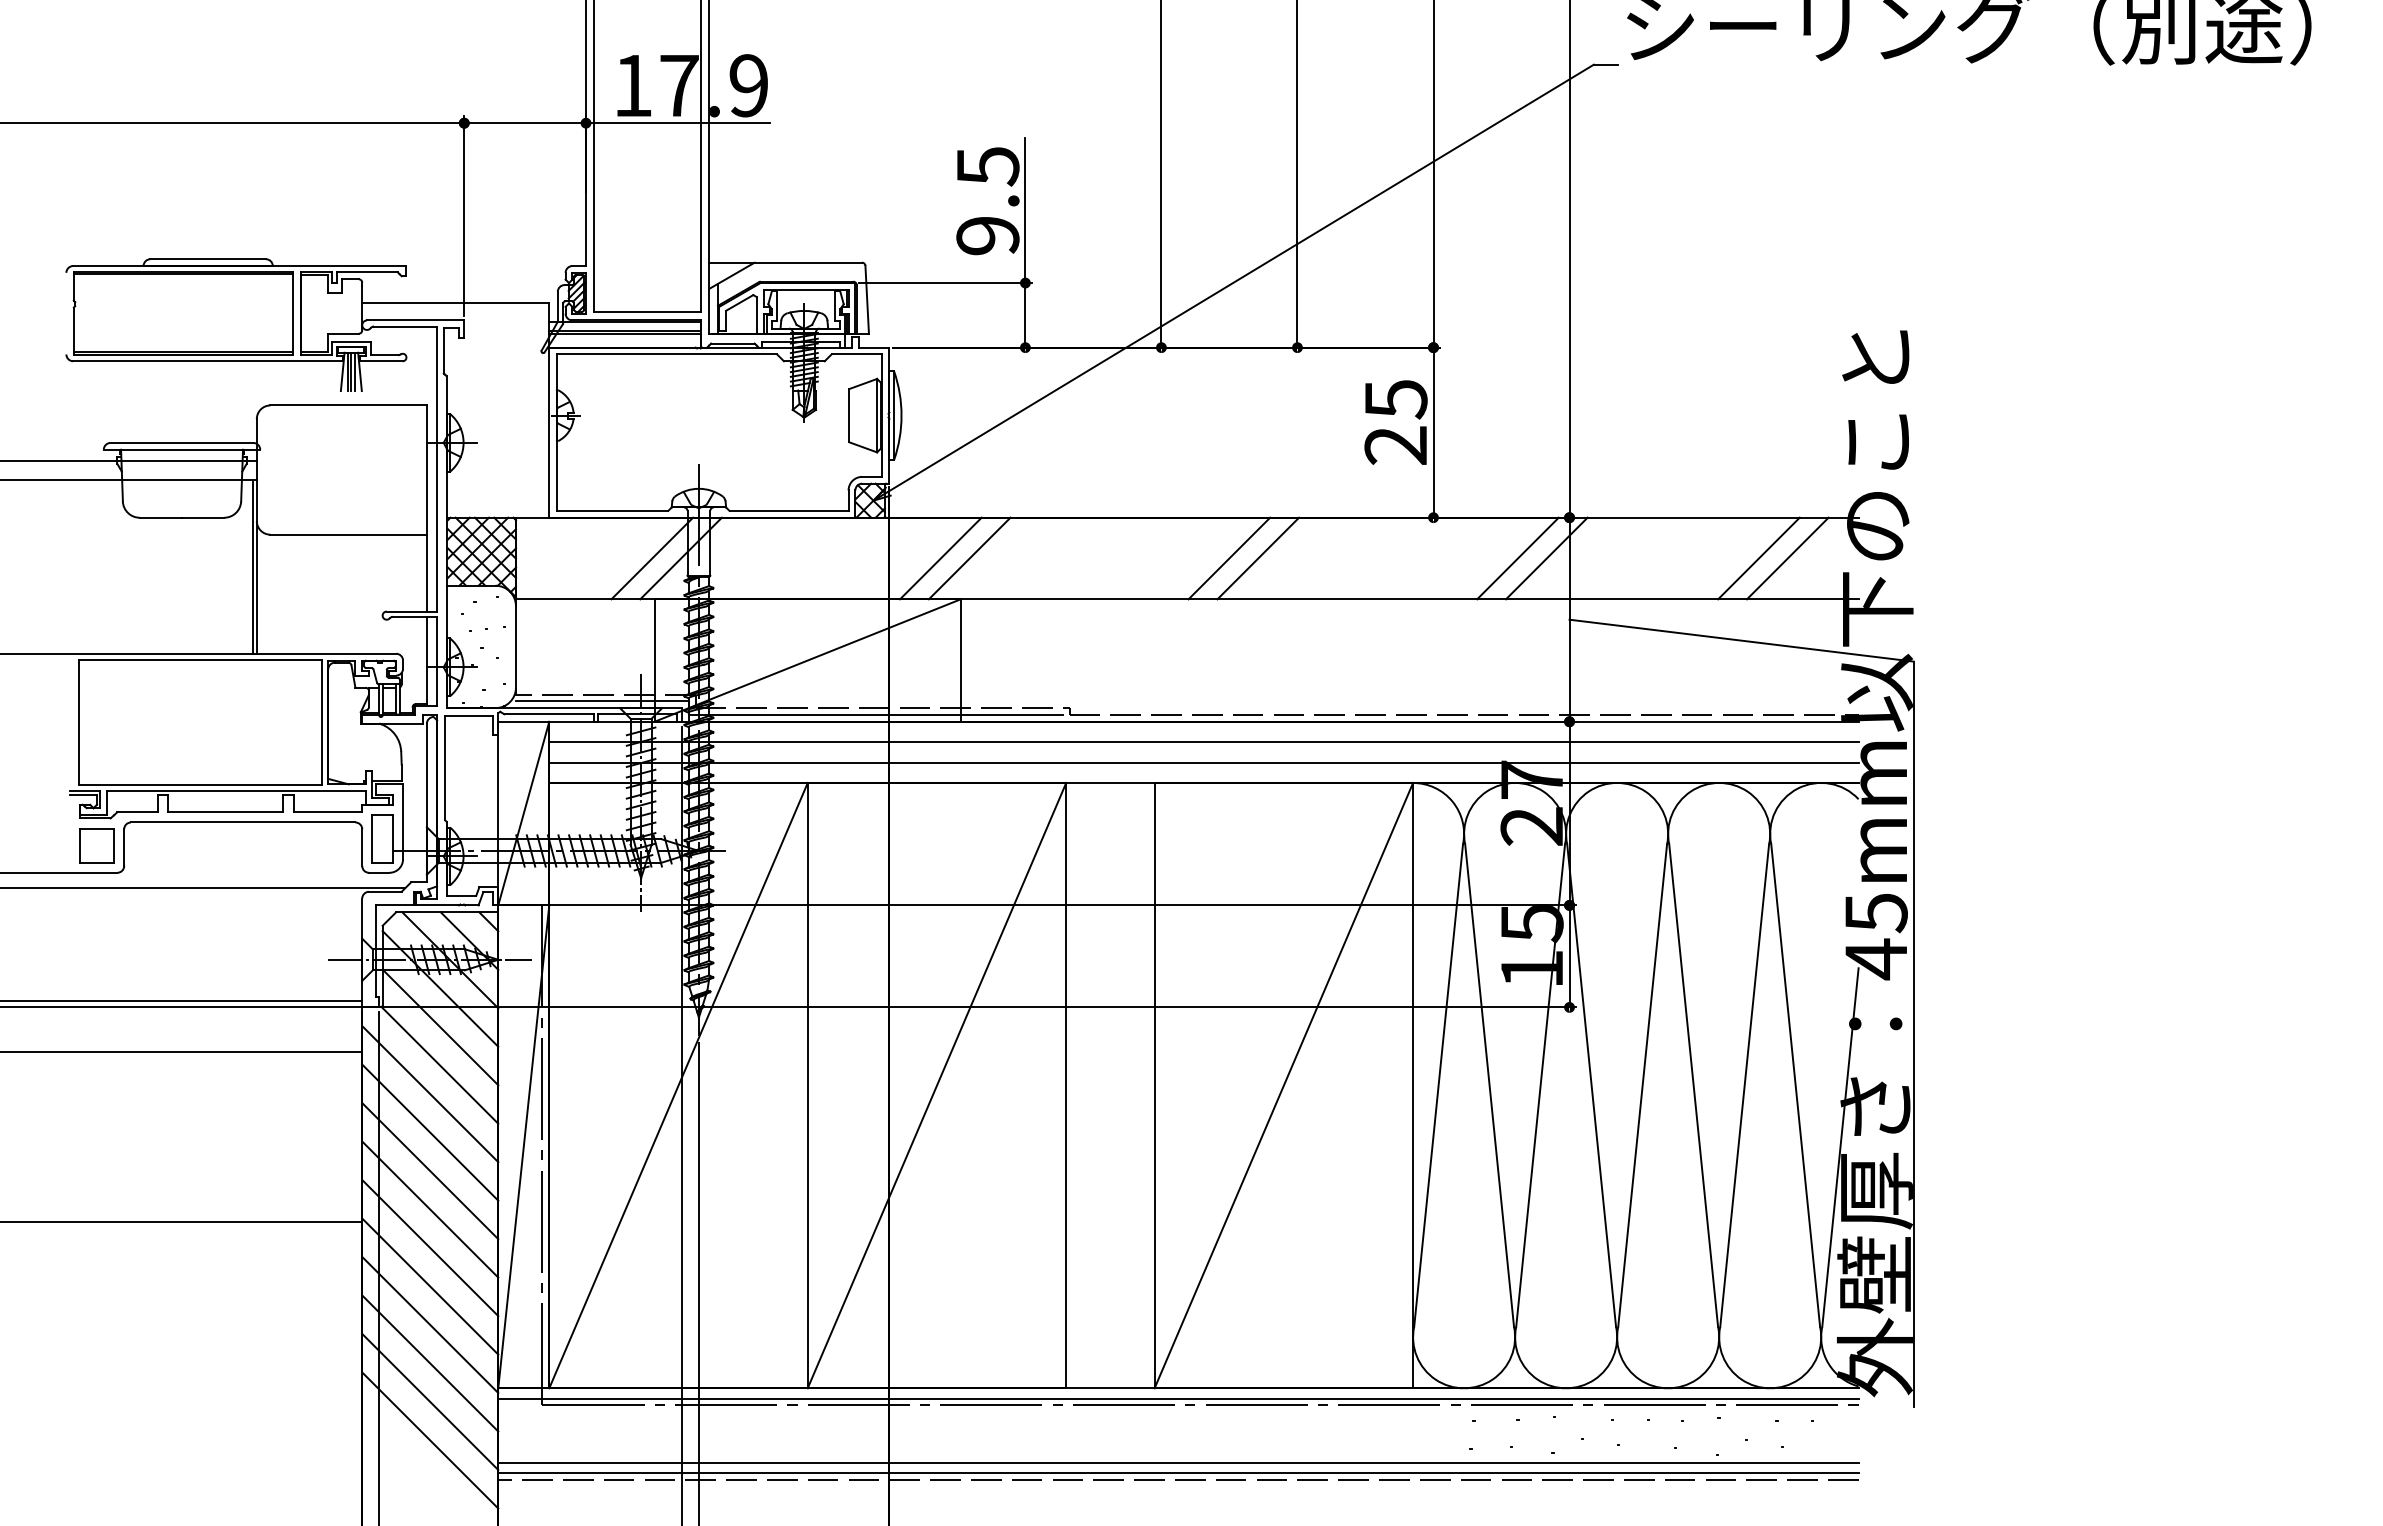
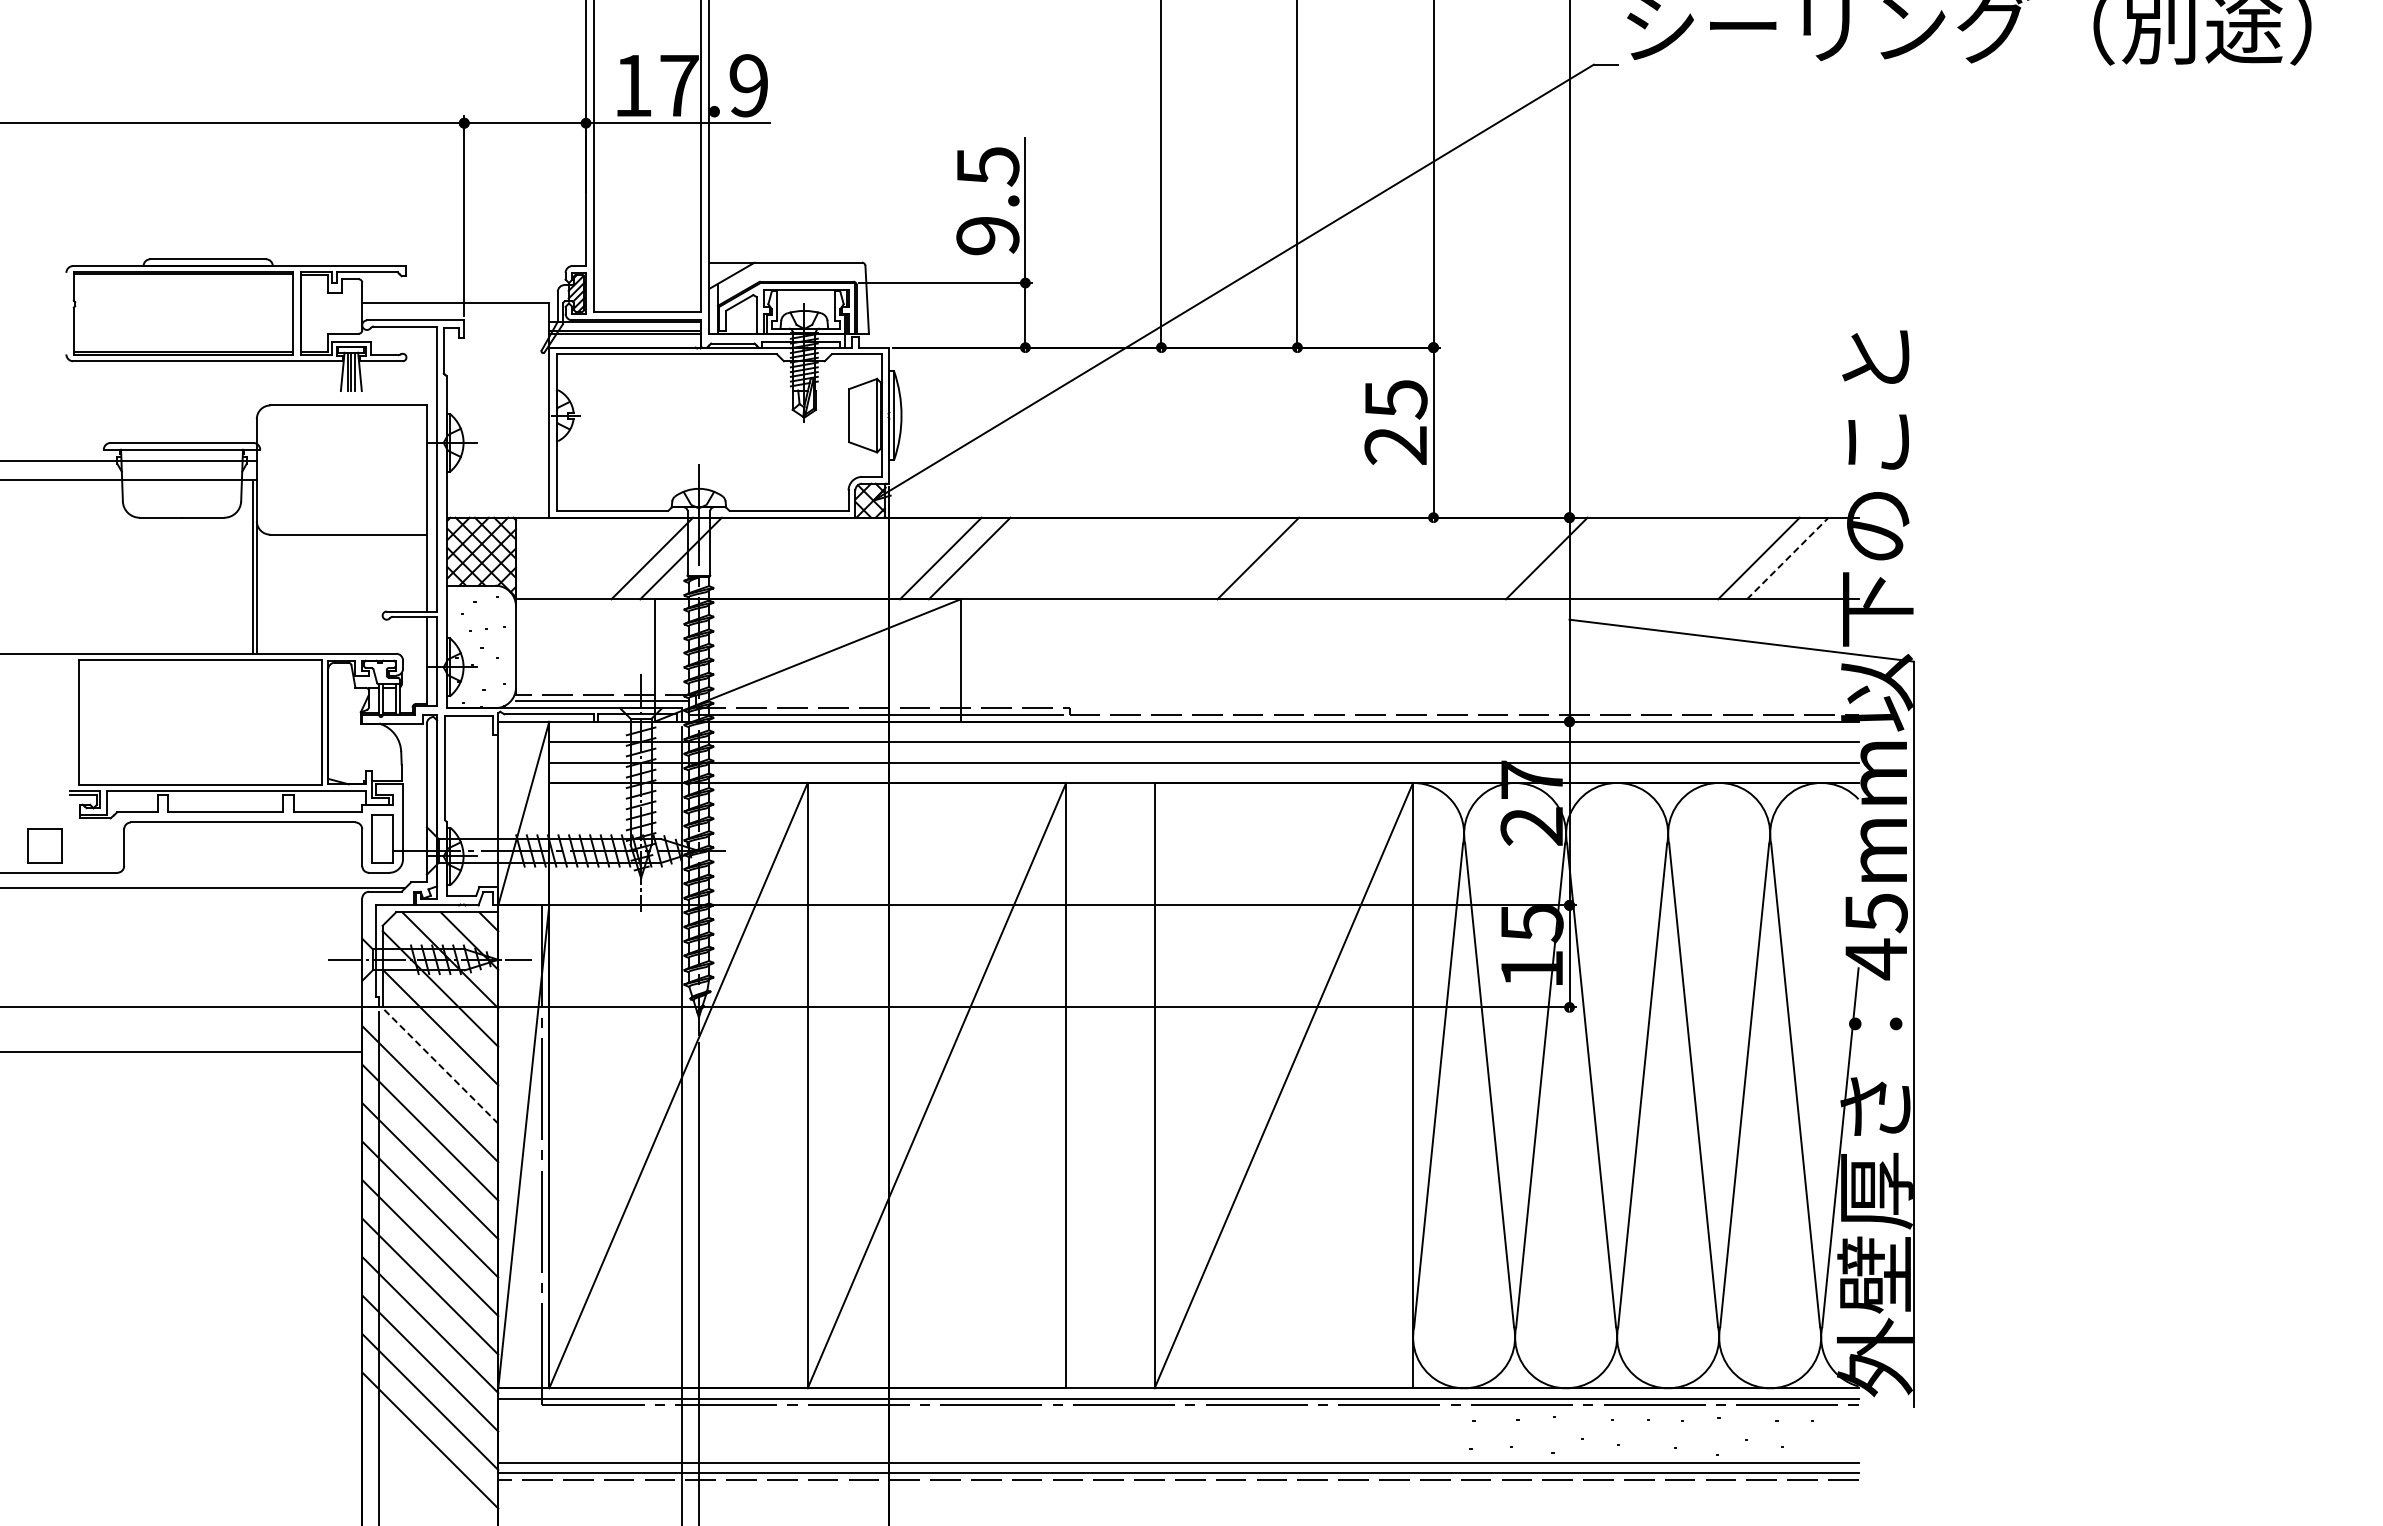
line at (1229, 558): present -> none
line at (1517, 558): present -> none
line at (1787, 558): solid -> dashed
part at (96, 845) position: (96, 845) -> (44, 845)
line at (182, 1000): present -> none
line at (439, 1065): solid -> dashed
line at (182, 1222): present -> none
